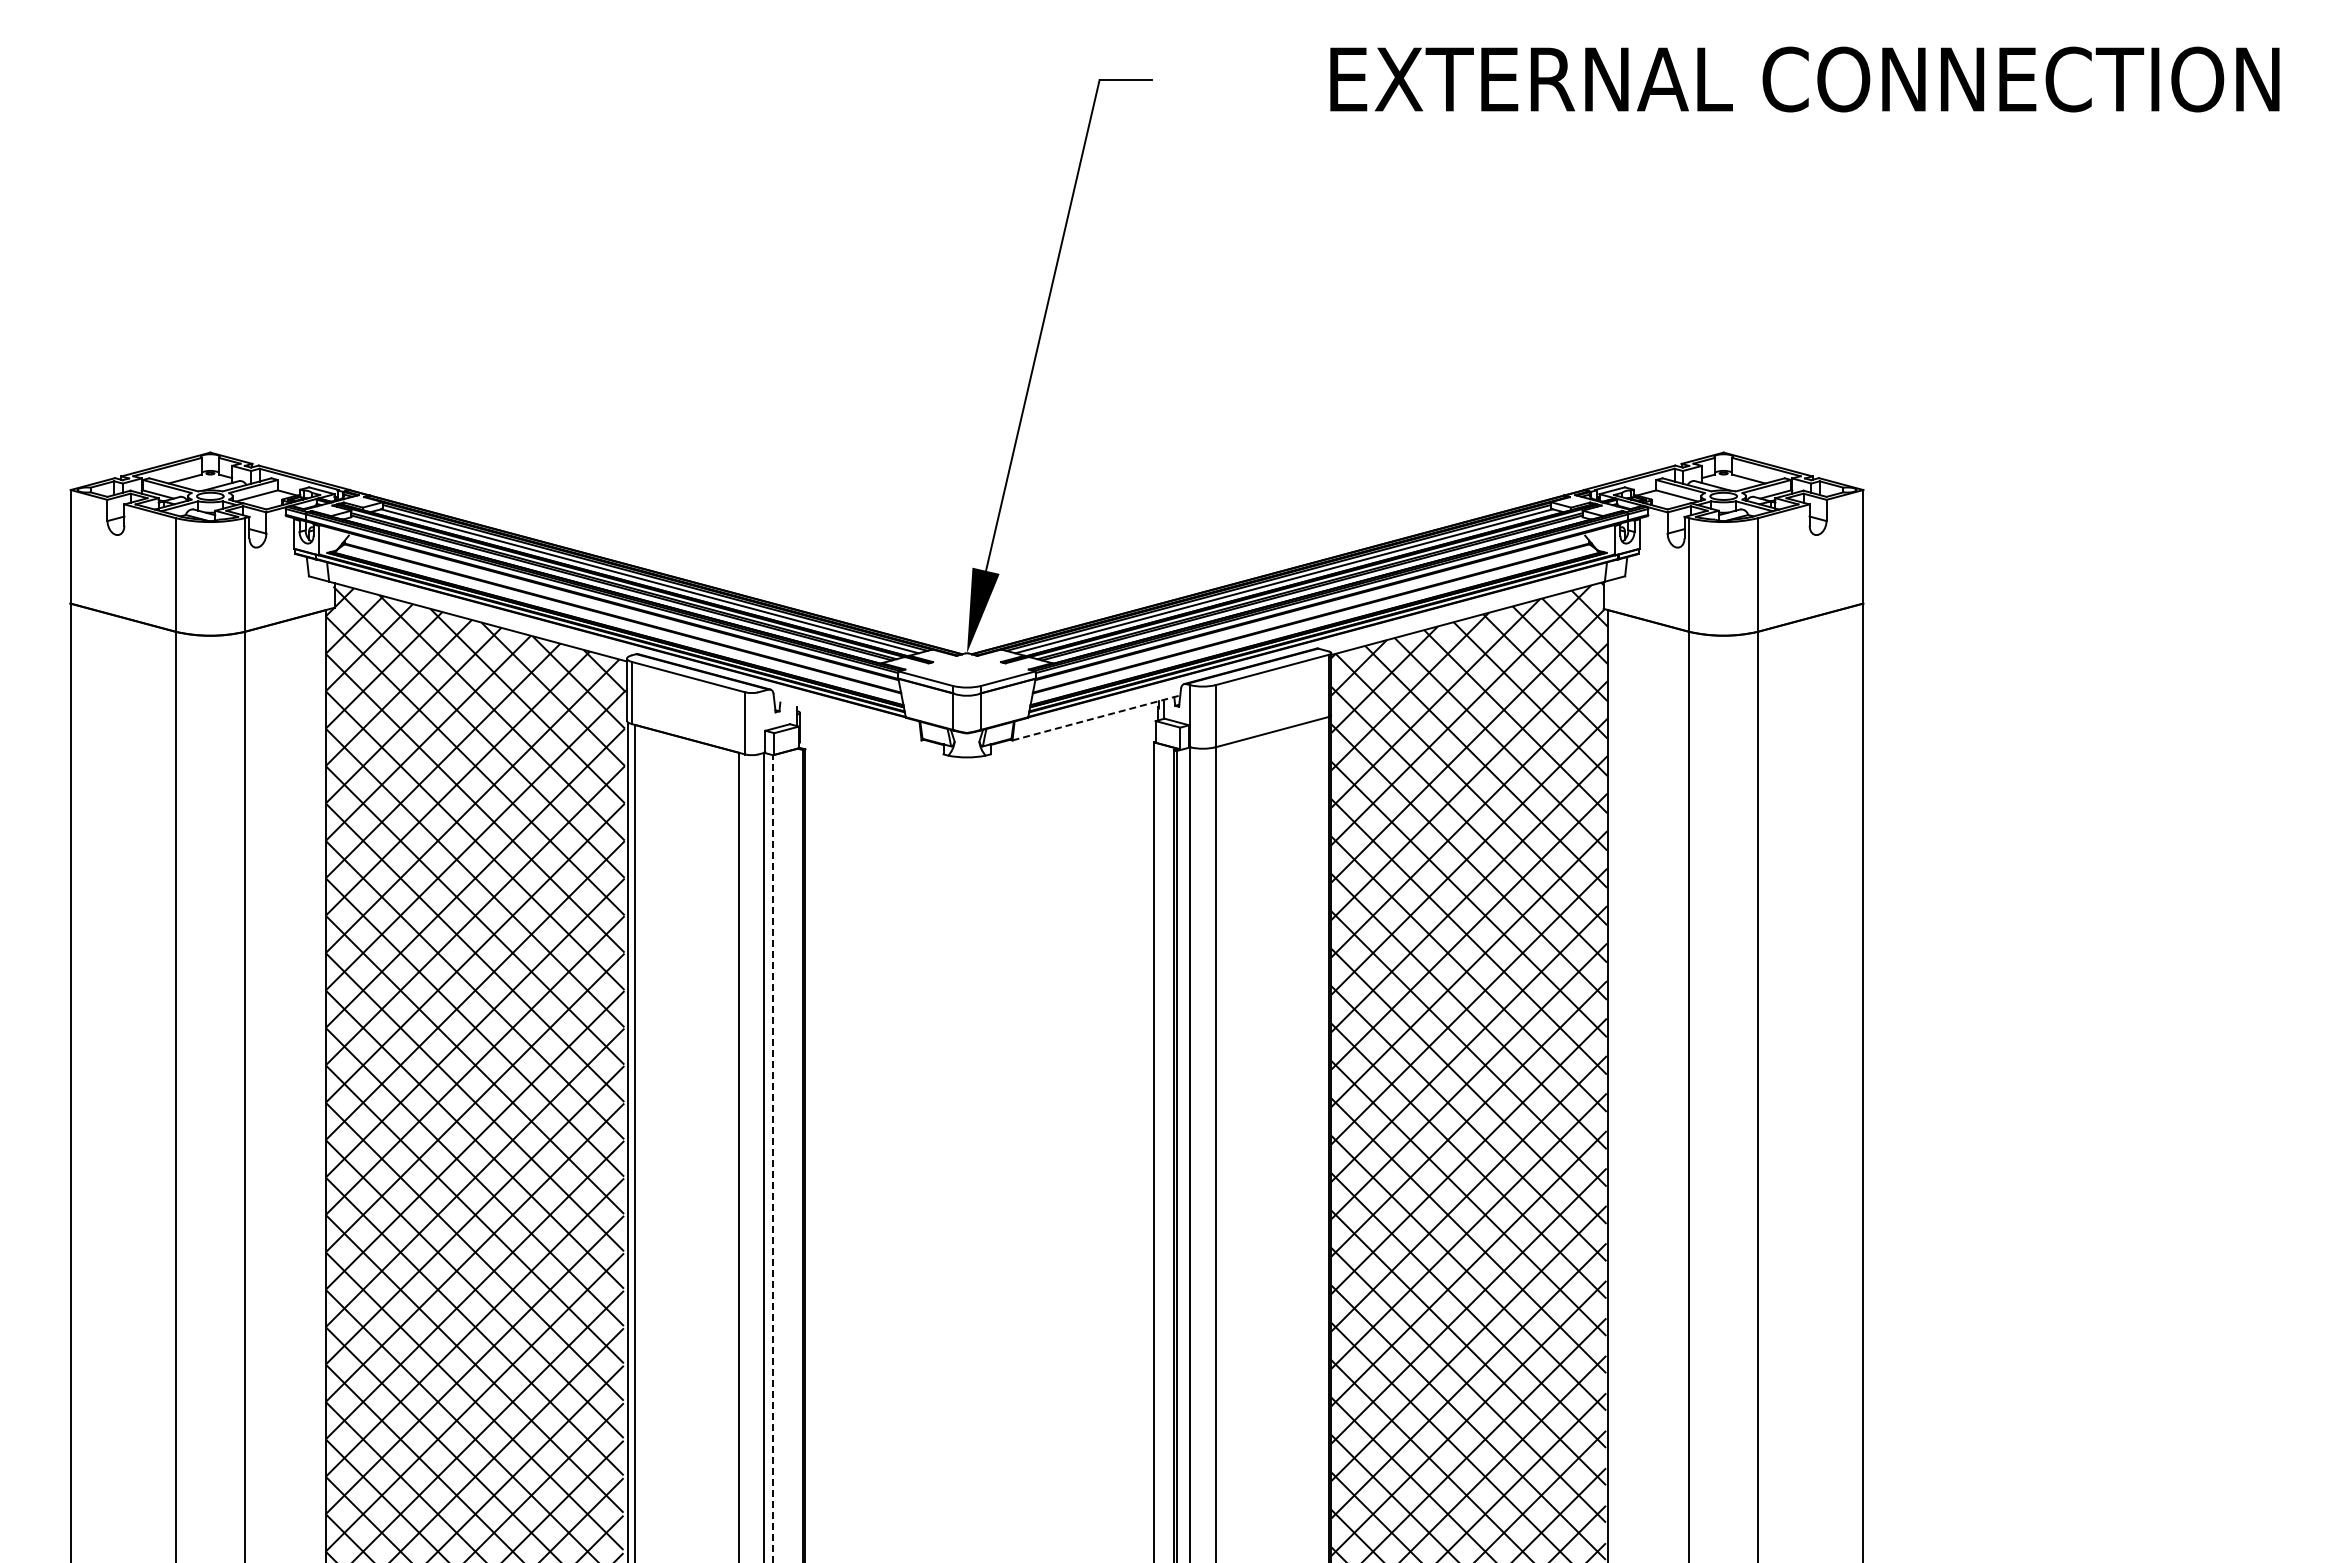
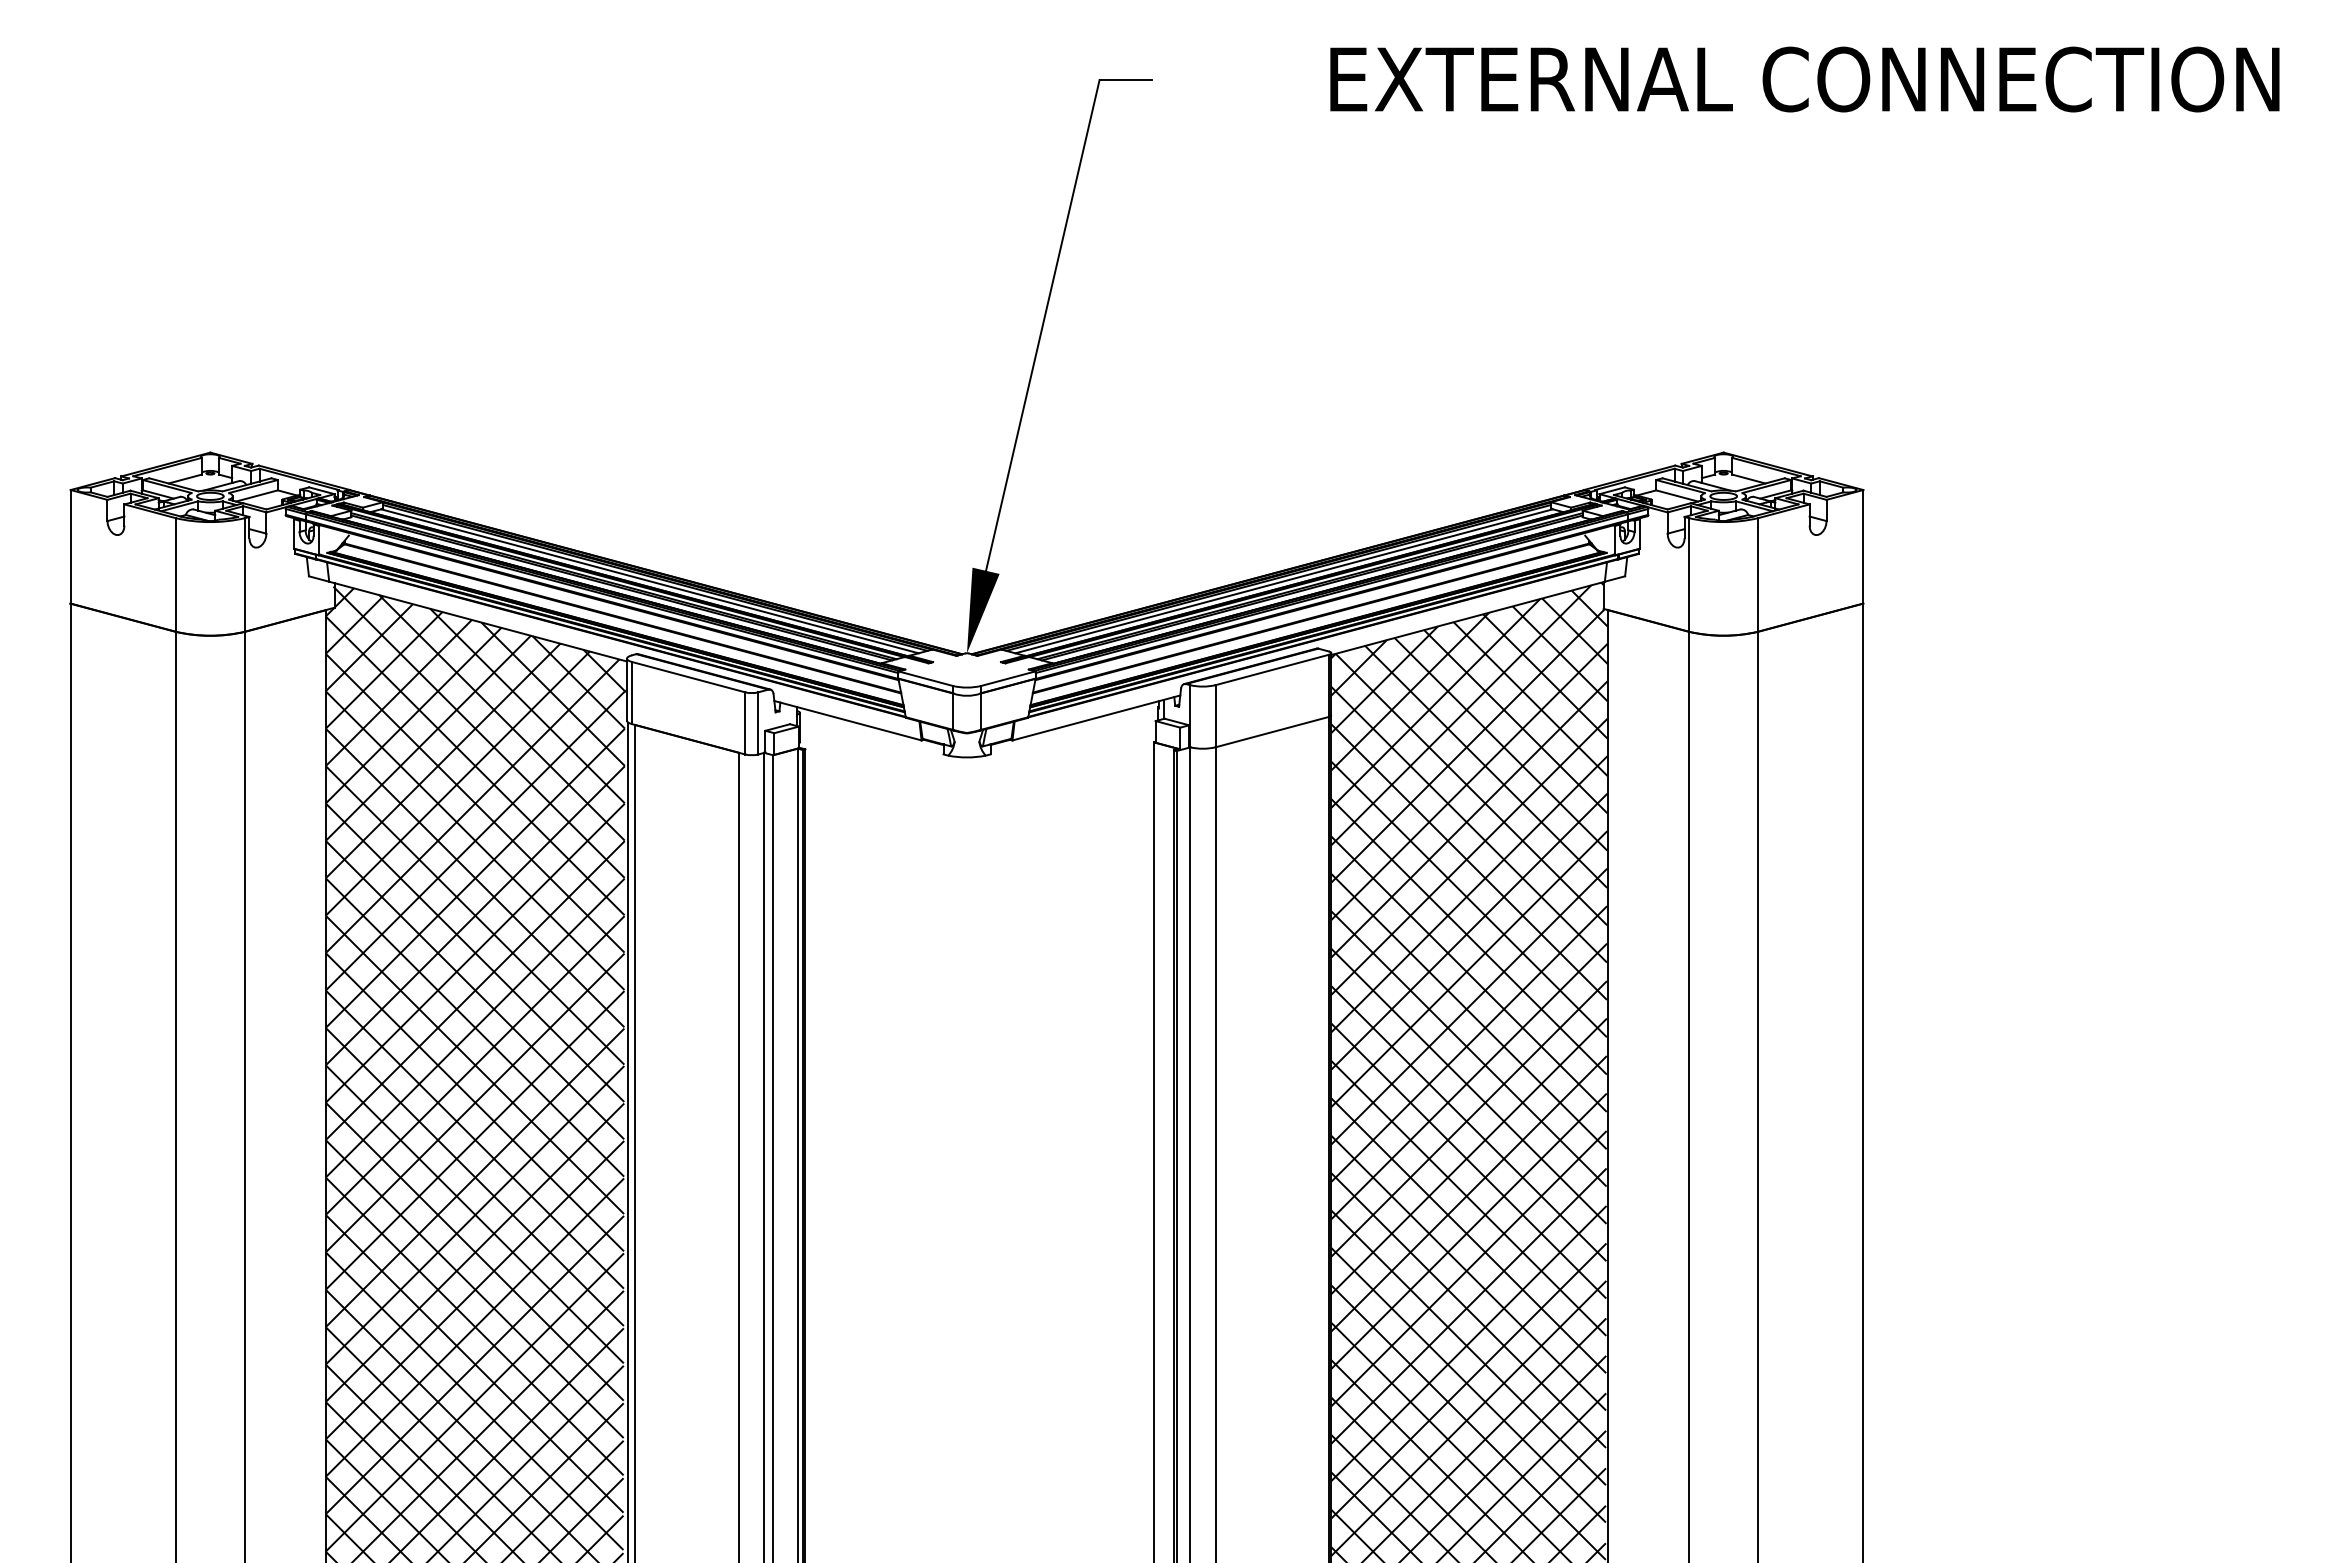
line at (1096, 717): dashed -> solid
line at (847, 720): none -> present
line at (758, 723): none -> present
line at (797, 1153): none -> present
line at (773, 1158): dashed -> solid
